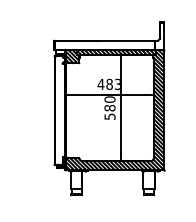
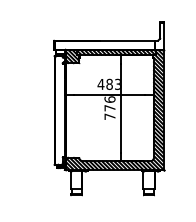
text at (109, 107): 580 -> 776
